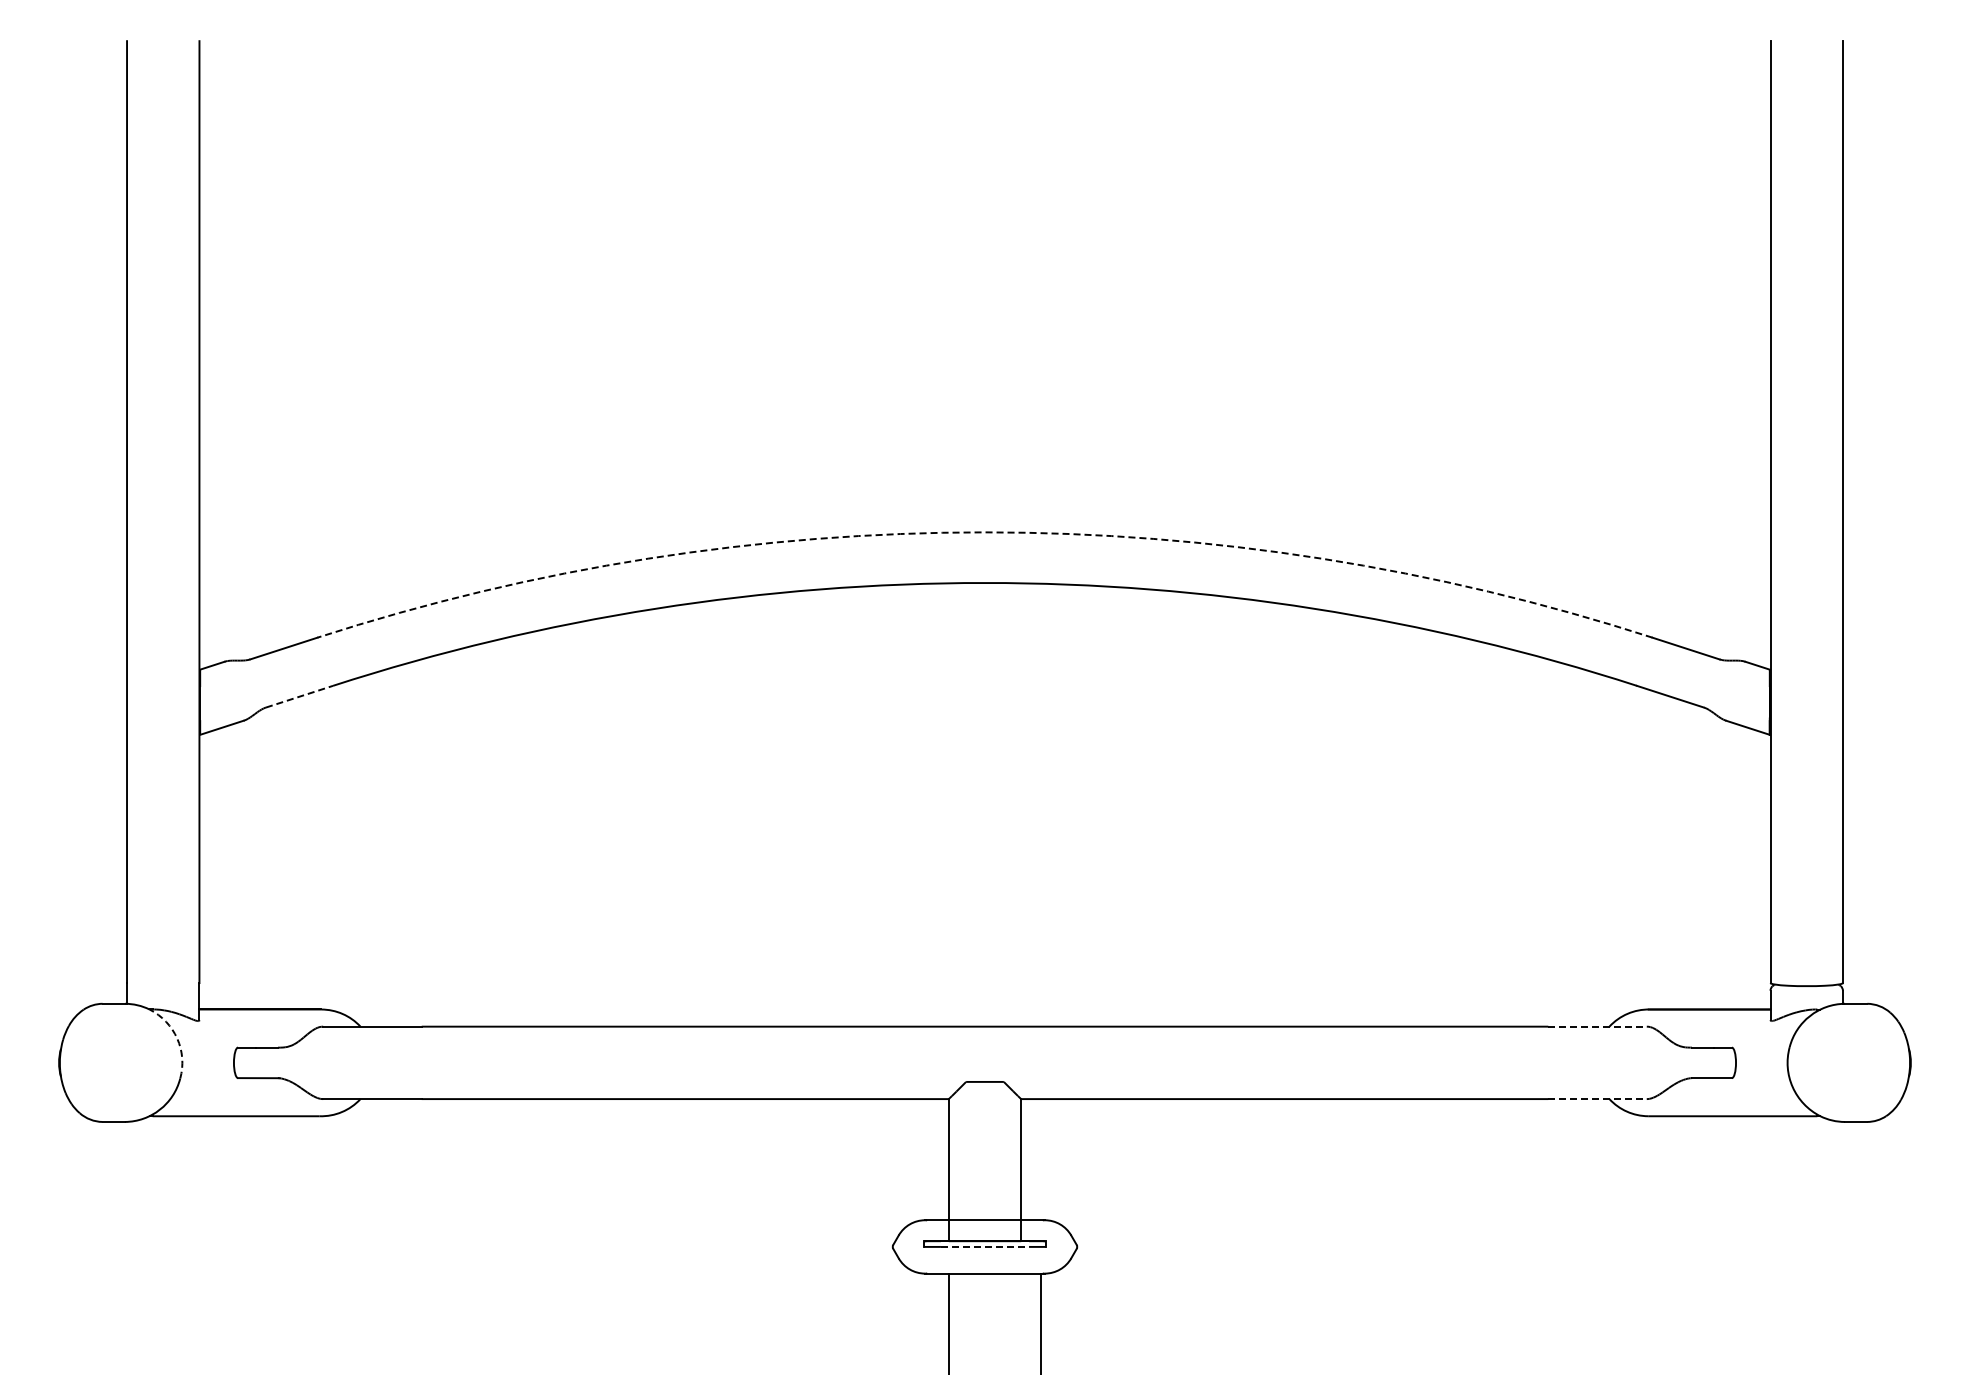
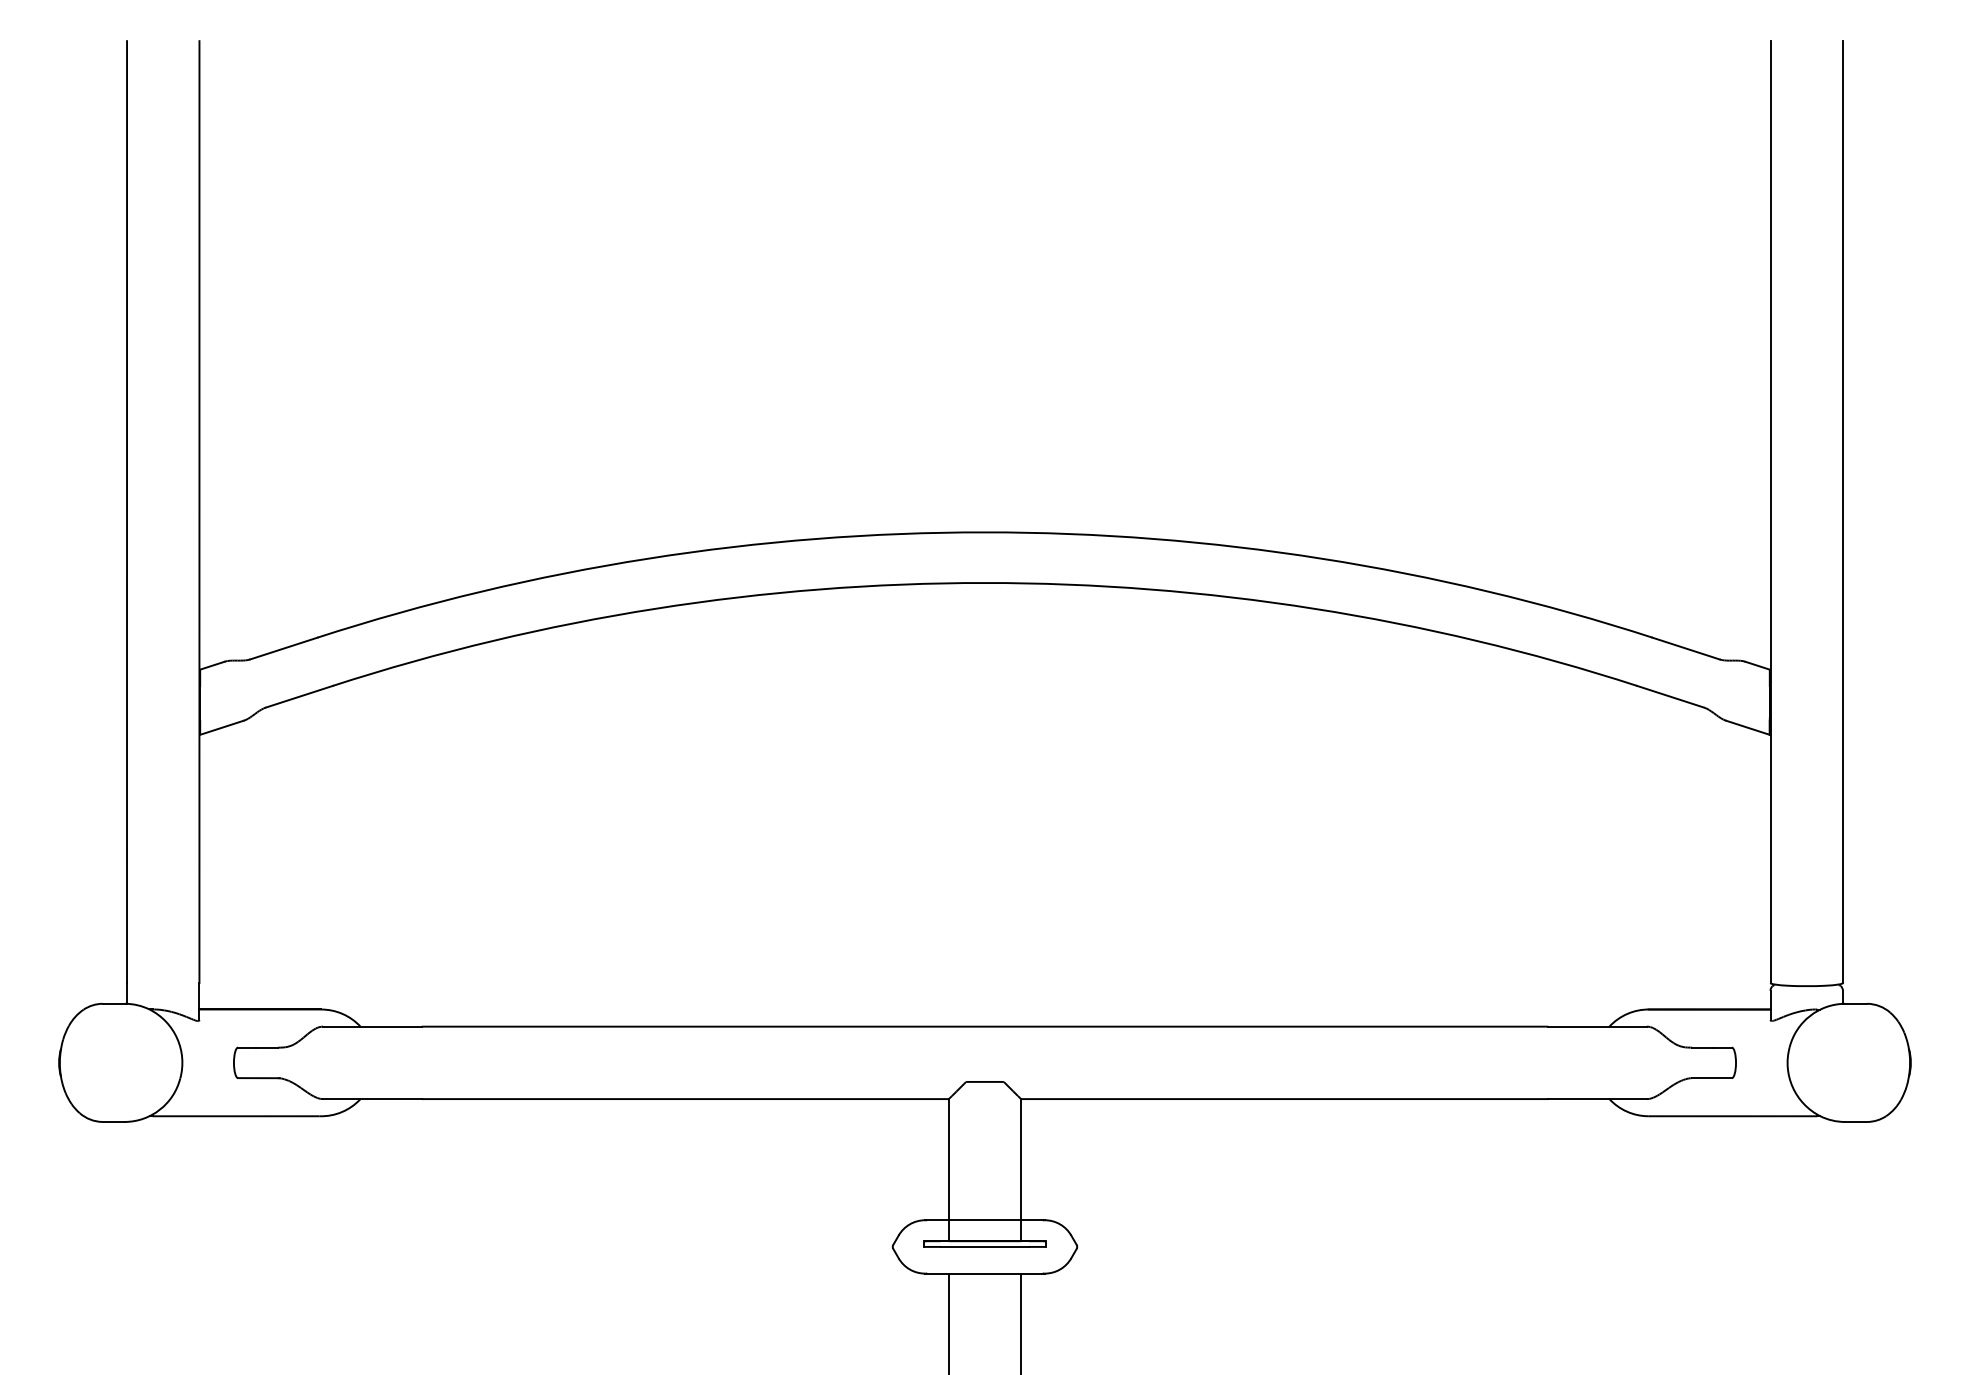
arc at (985, 532): dashed -> solid
line at (299, 696): dashed -> solid
line at (1597, 1026): dashed -> solid
arc at (177, 1038): dashed -> solid
line at (1597, 1099): dashed -> solid
line at (985, 1246): dashed -> solid
line at (1041, 1322) position: (1041, 1322) -> (1021, 1322)
